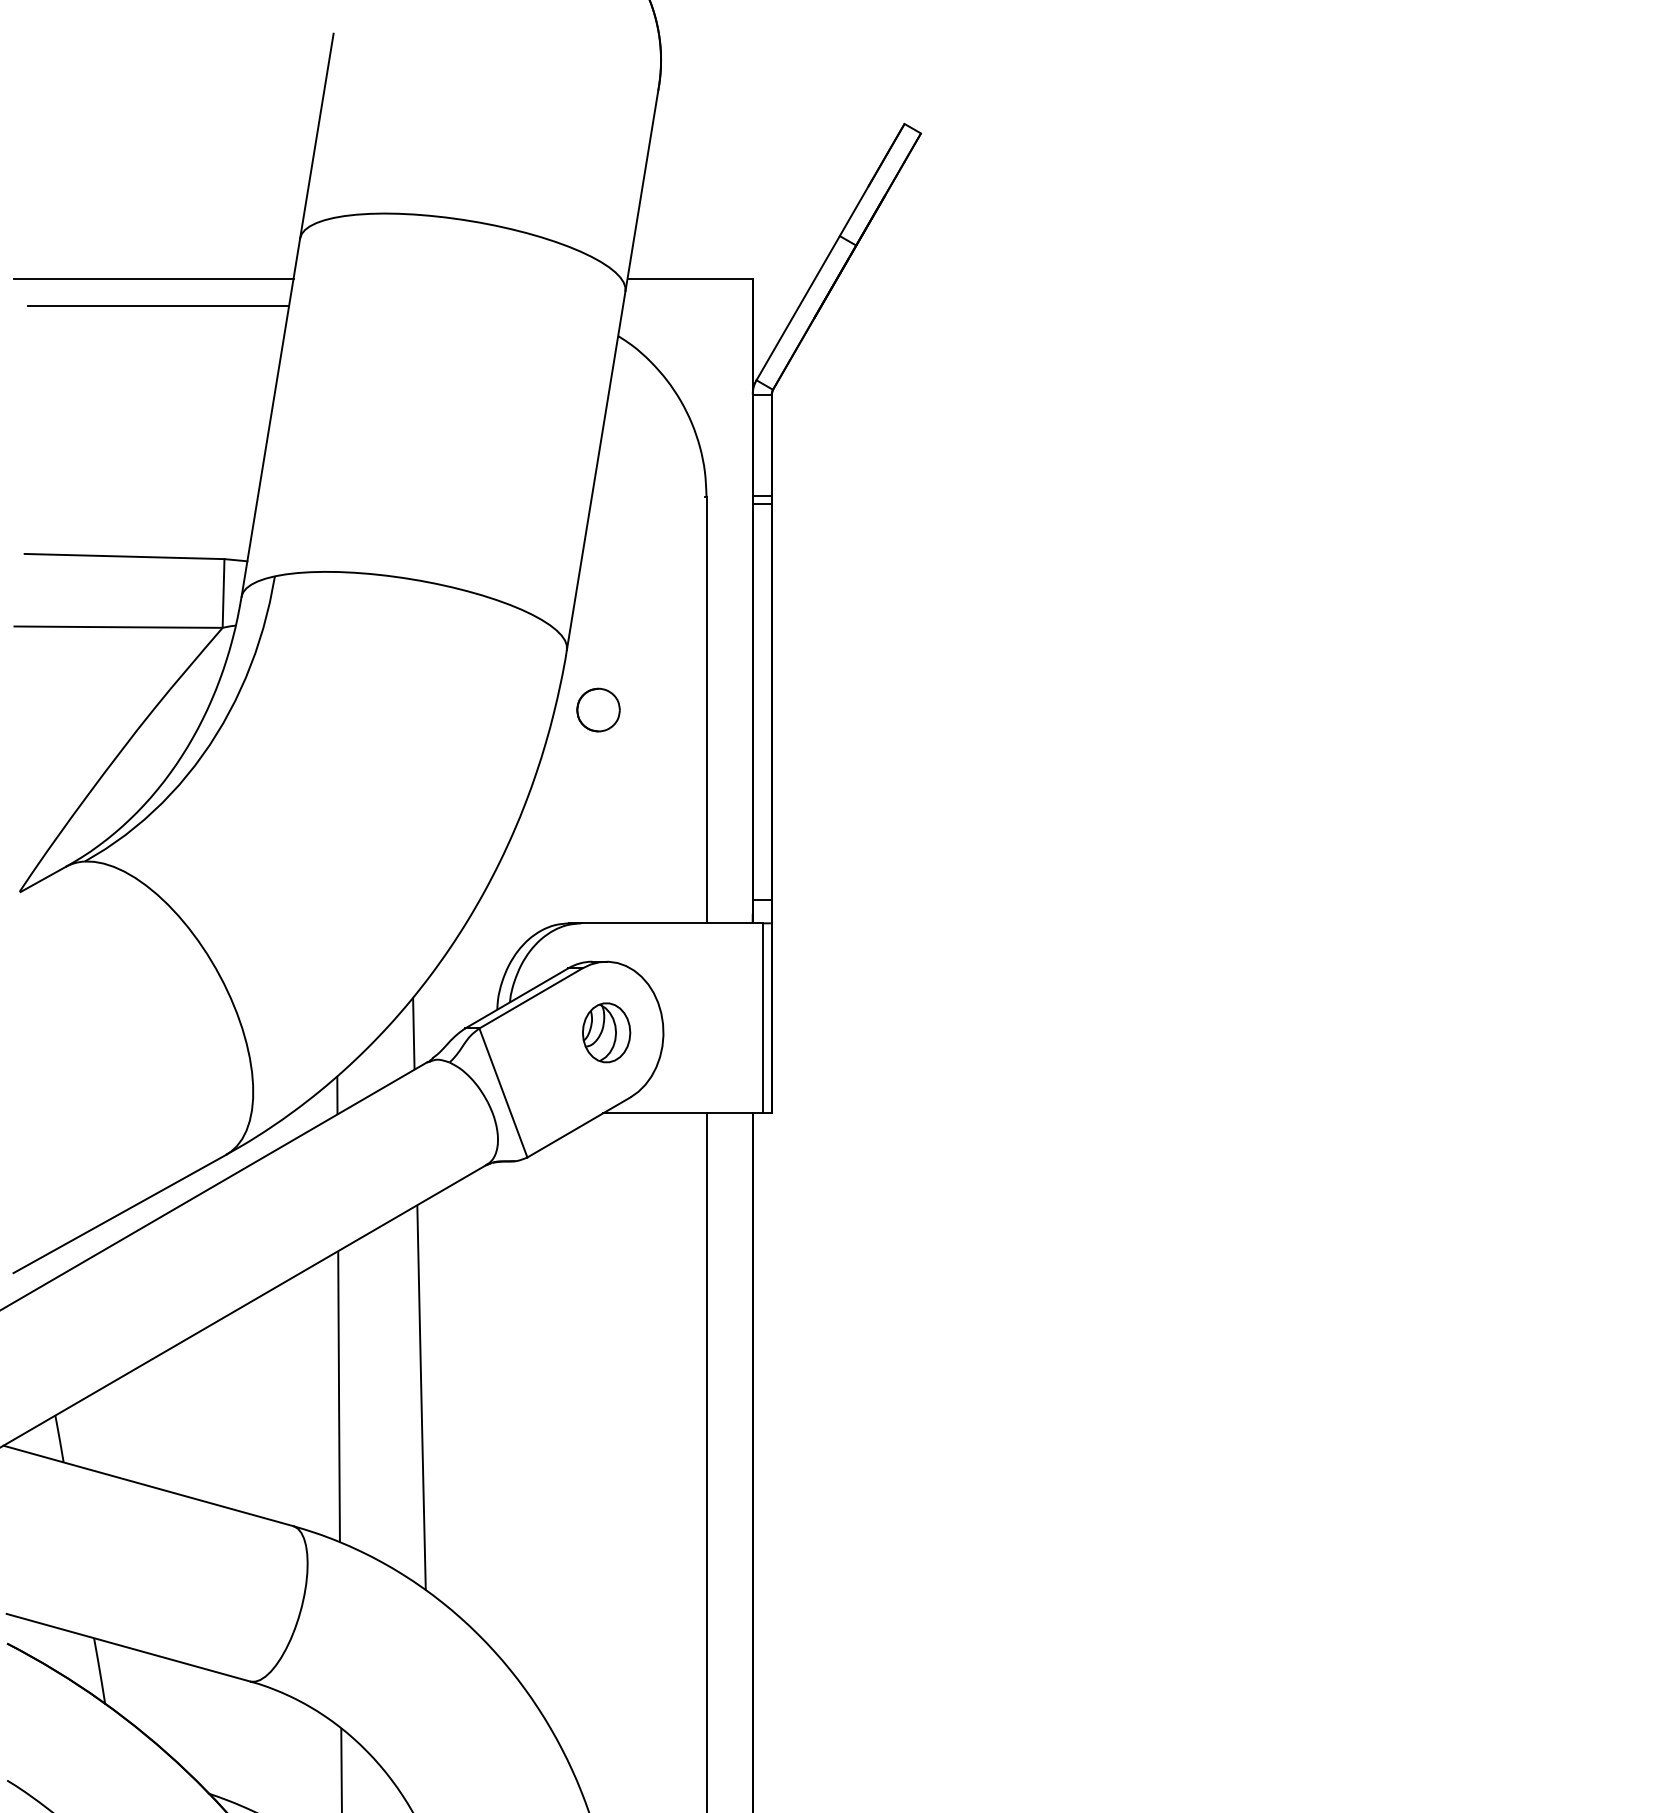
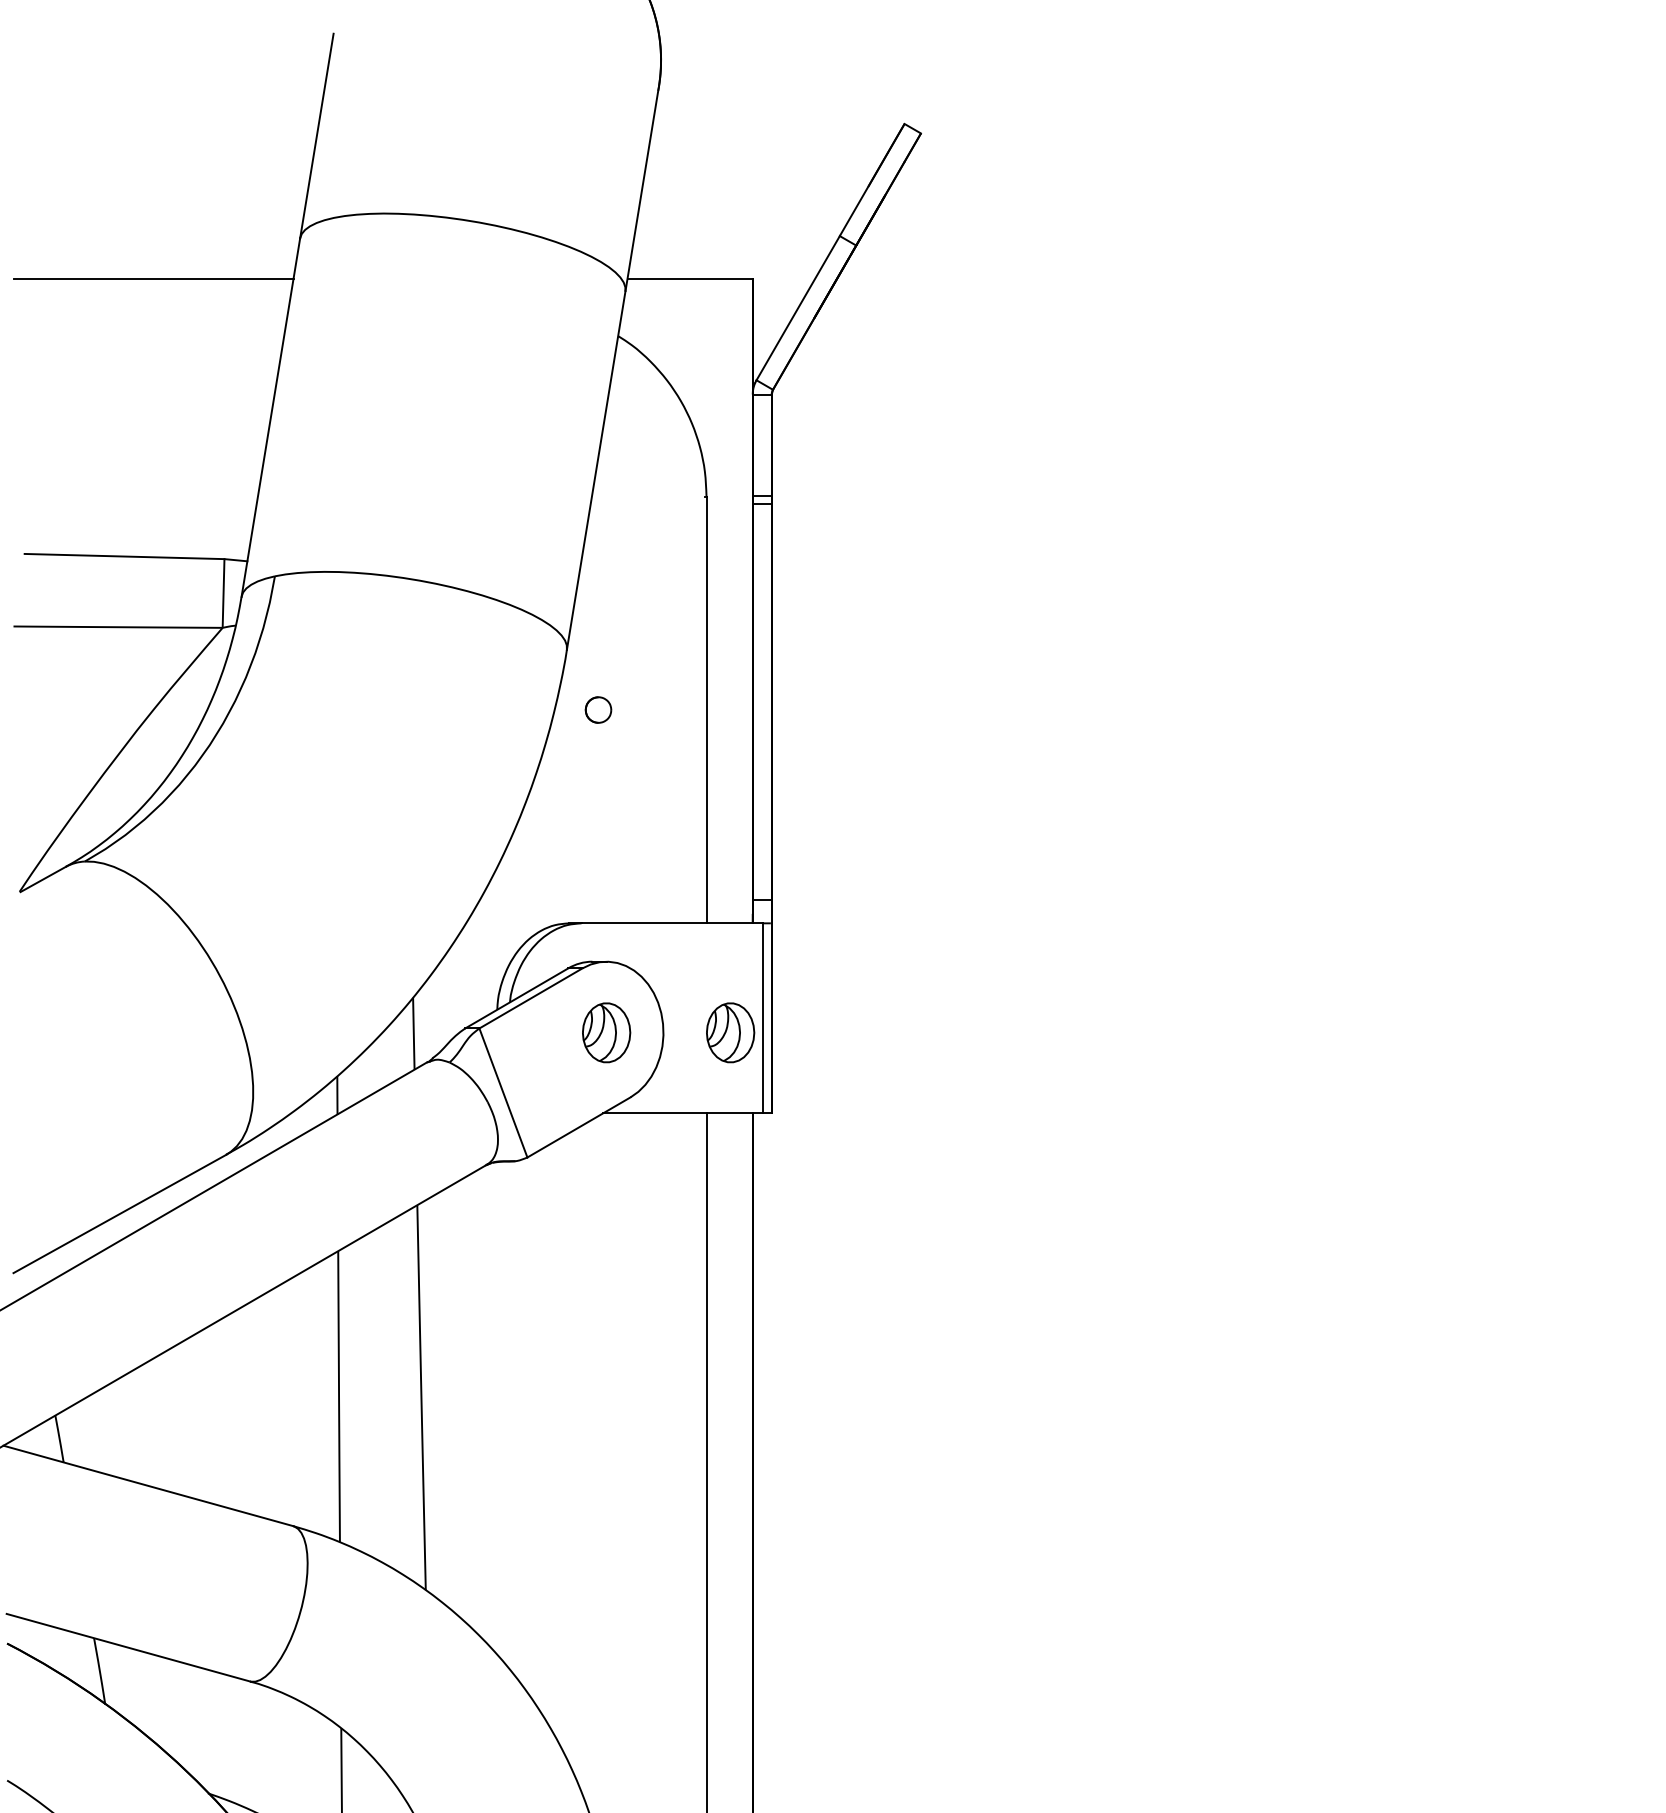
line at (158, 305): present -> none
part at (598, 709) size: 45x46 px -> 29x28 px
part at (730, 1032): none -> present
